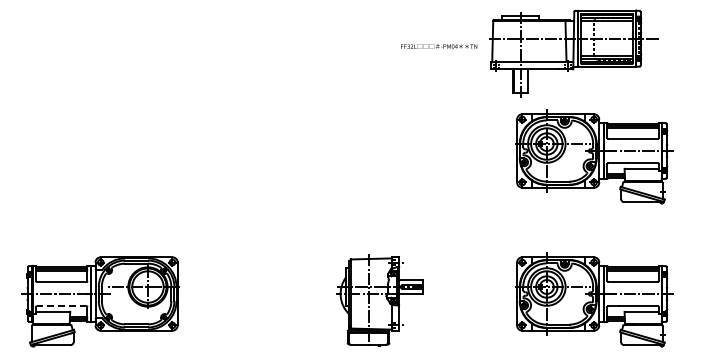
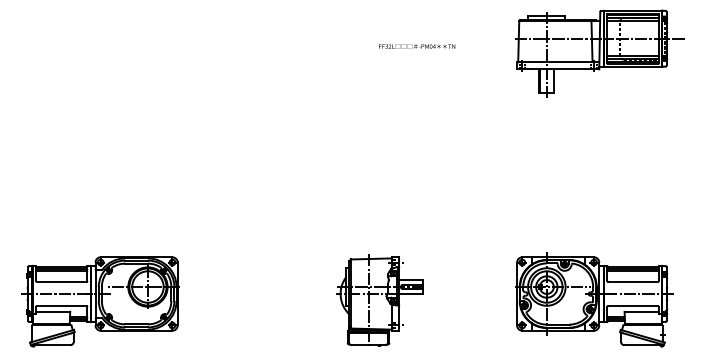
text at (439, 46) position: (439, 46) -> (417, 46)
part at (573, 53) position: (573, 53) -> (599, 53)
part at (594, 156): present -> none
line at (61, 306): dashed -> solid
